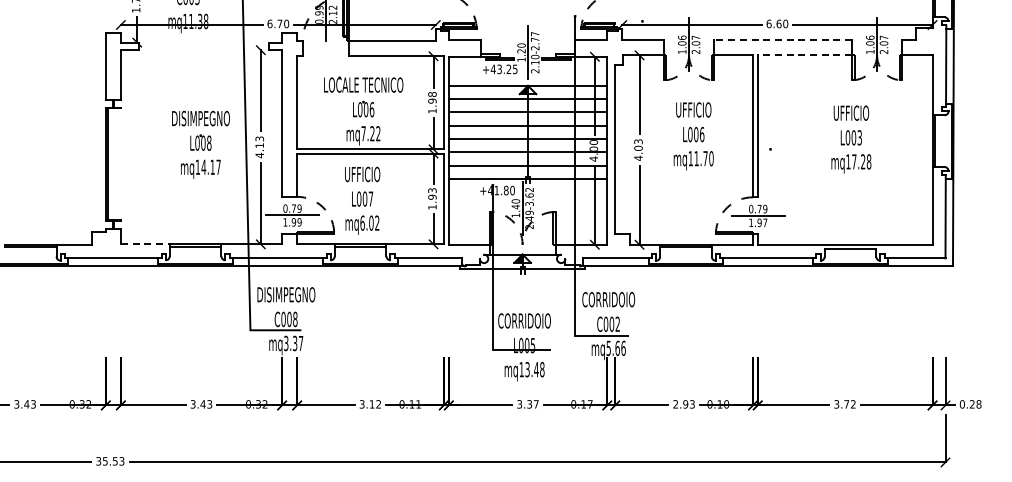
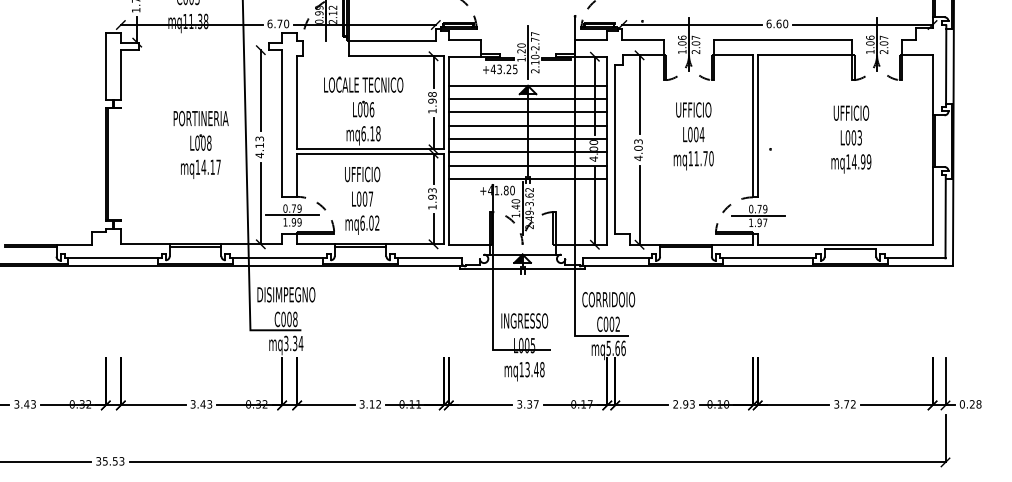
line at (782, 40): dashed -> solid
line at (804, 55): dashed -> solid
text at (200, 118): DISIMPEGNO -> PORTINERIA
text at (370, 133): mq7.22 -> mq6.18
text at (701, 134): L006 -> L004
text at (861, 161): mq17.28 -> mq14.99
line at (145, 244): dashed -> solid
text at (524, 320): CORRIDOIO -> INGRESSO
text at (300, 343): mq3.37 -> mq3.34
